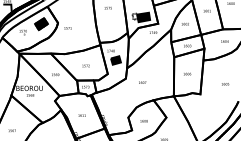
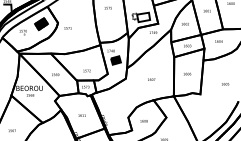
fill at (143, 17): present -> none
text at (224, 41) position: (224, 41) -> (218, 41)
text at (85, 65) position: (85, 65) -> (86, 70)
text at (142, 82) position: (142, 82) -> (151, 79)
